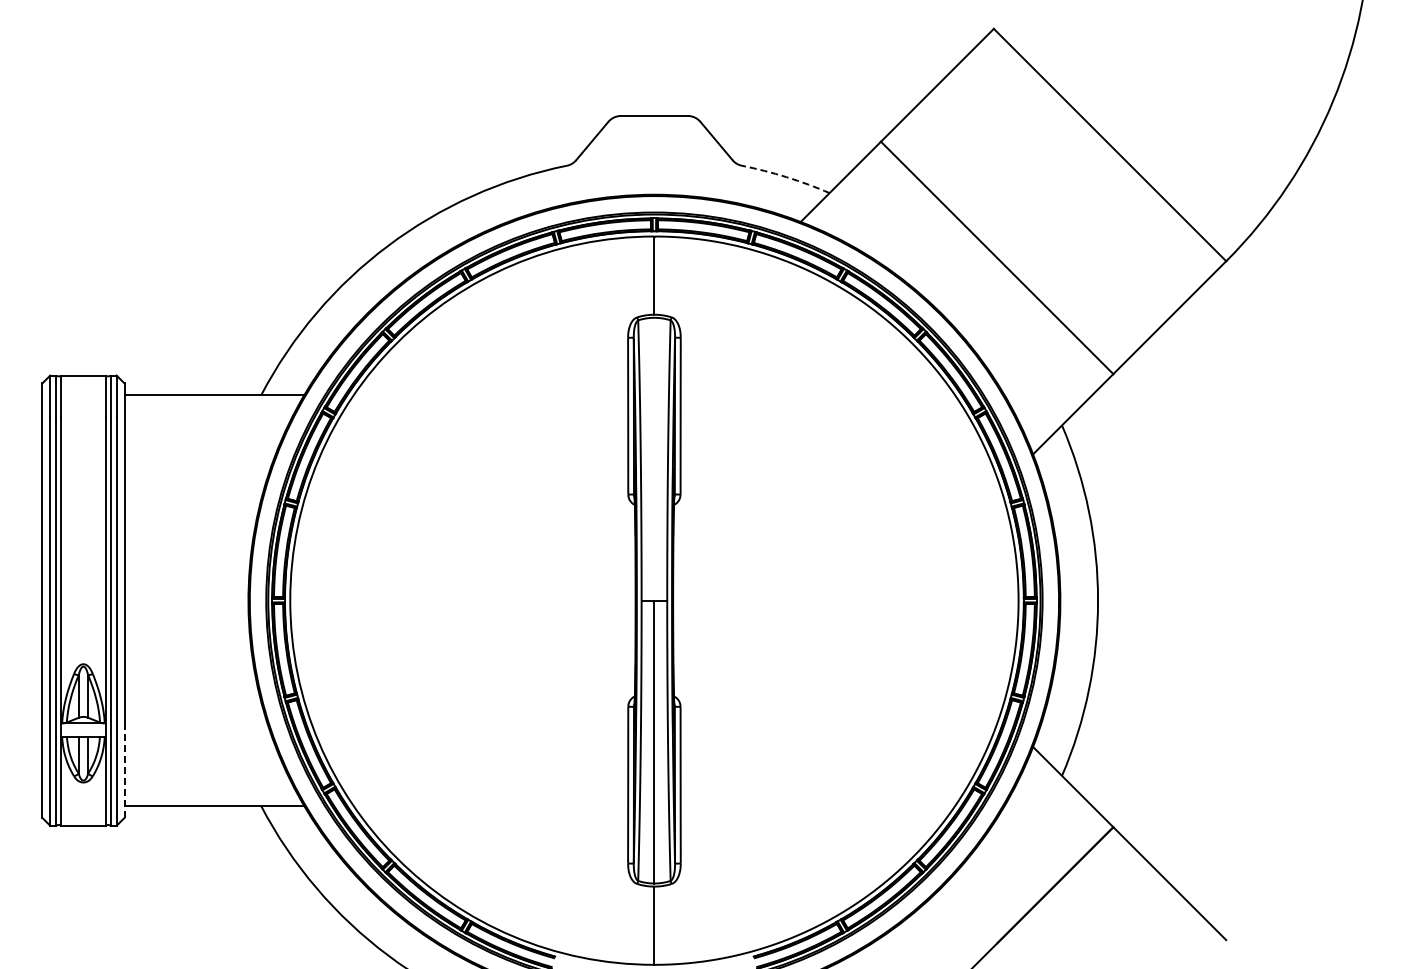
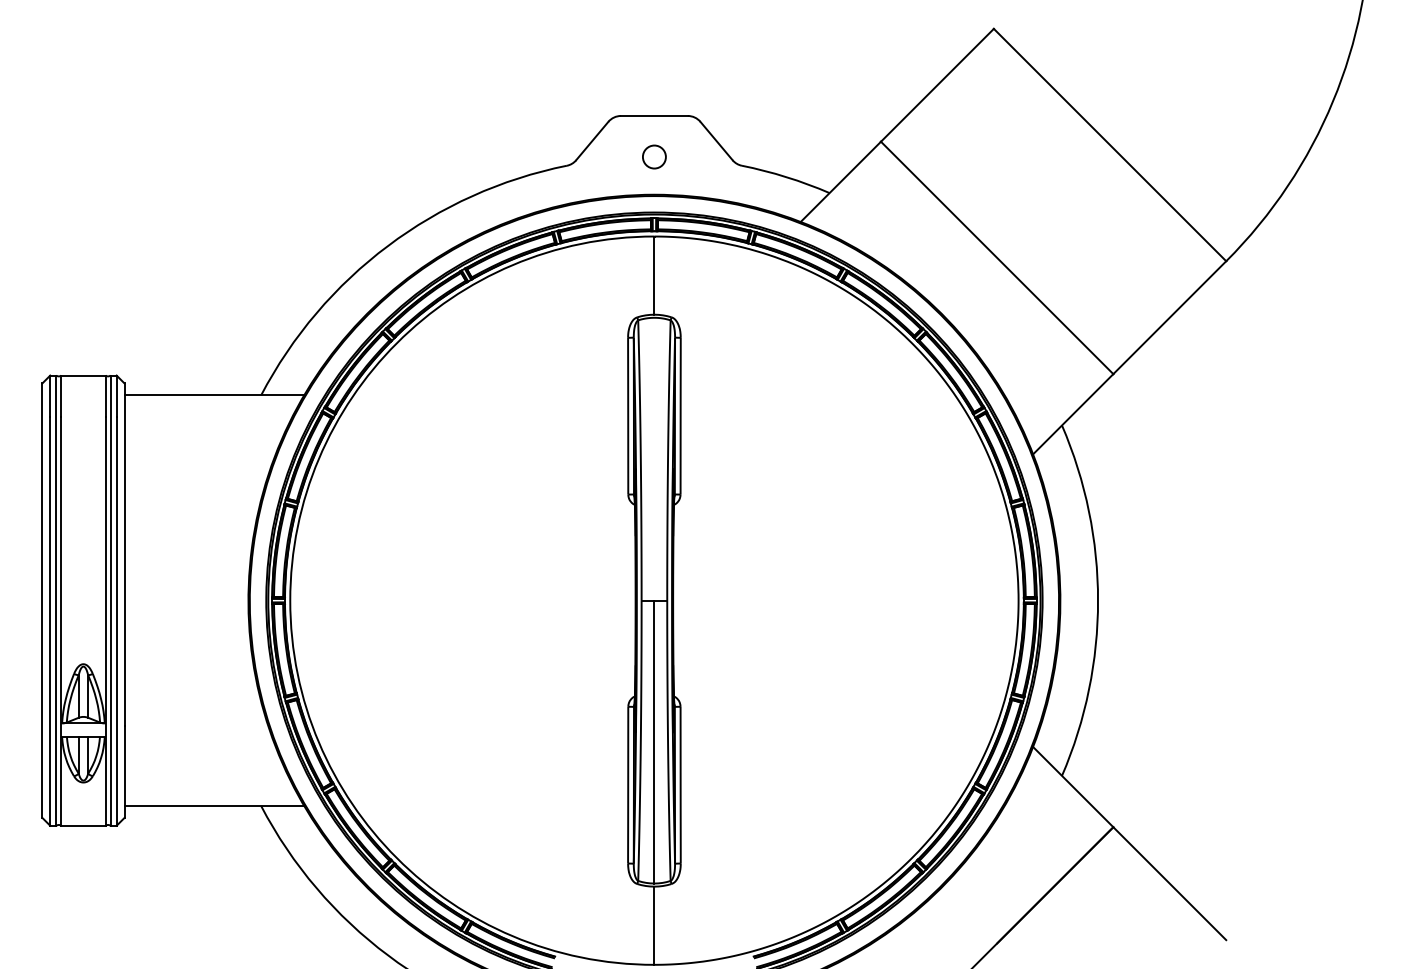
circle at (654, 156): none -> present
arc at (786, 177): dashed -> solid
line at (124, 771): dashed -> solid
